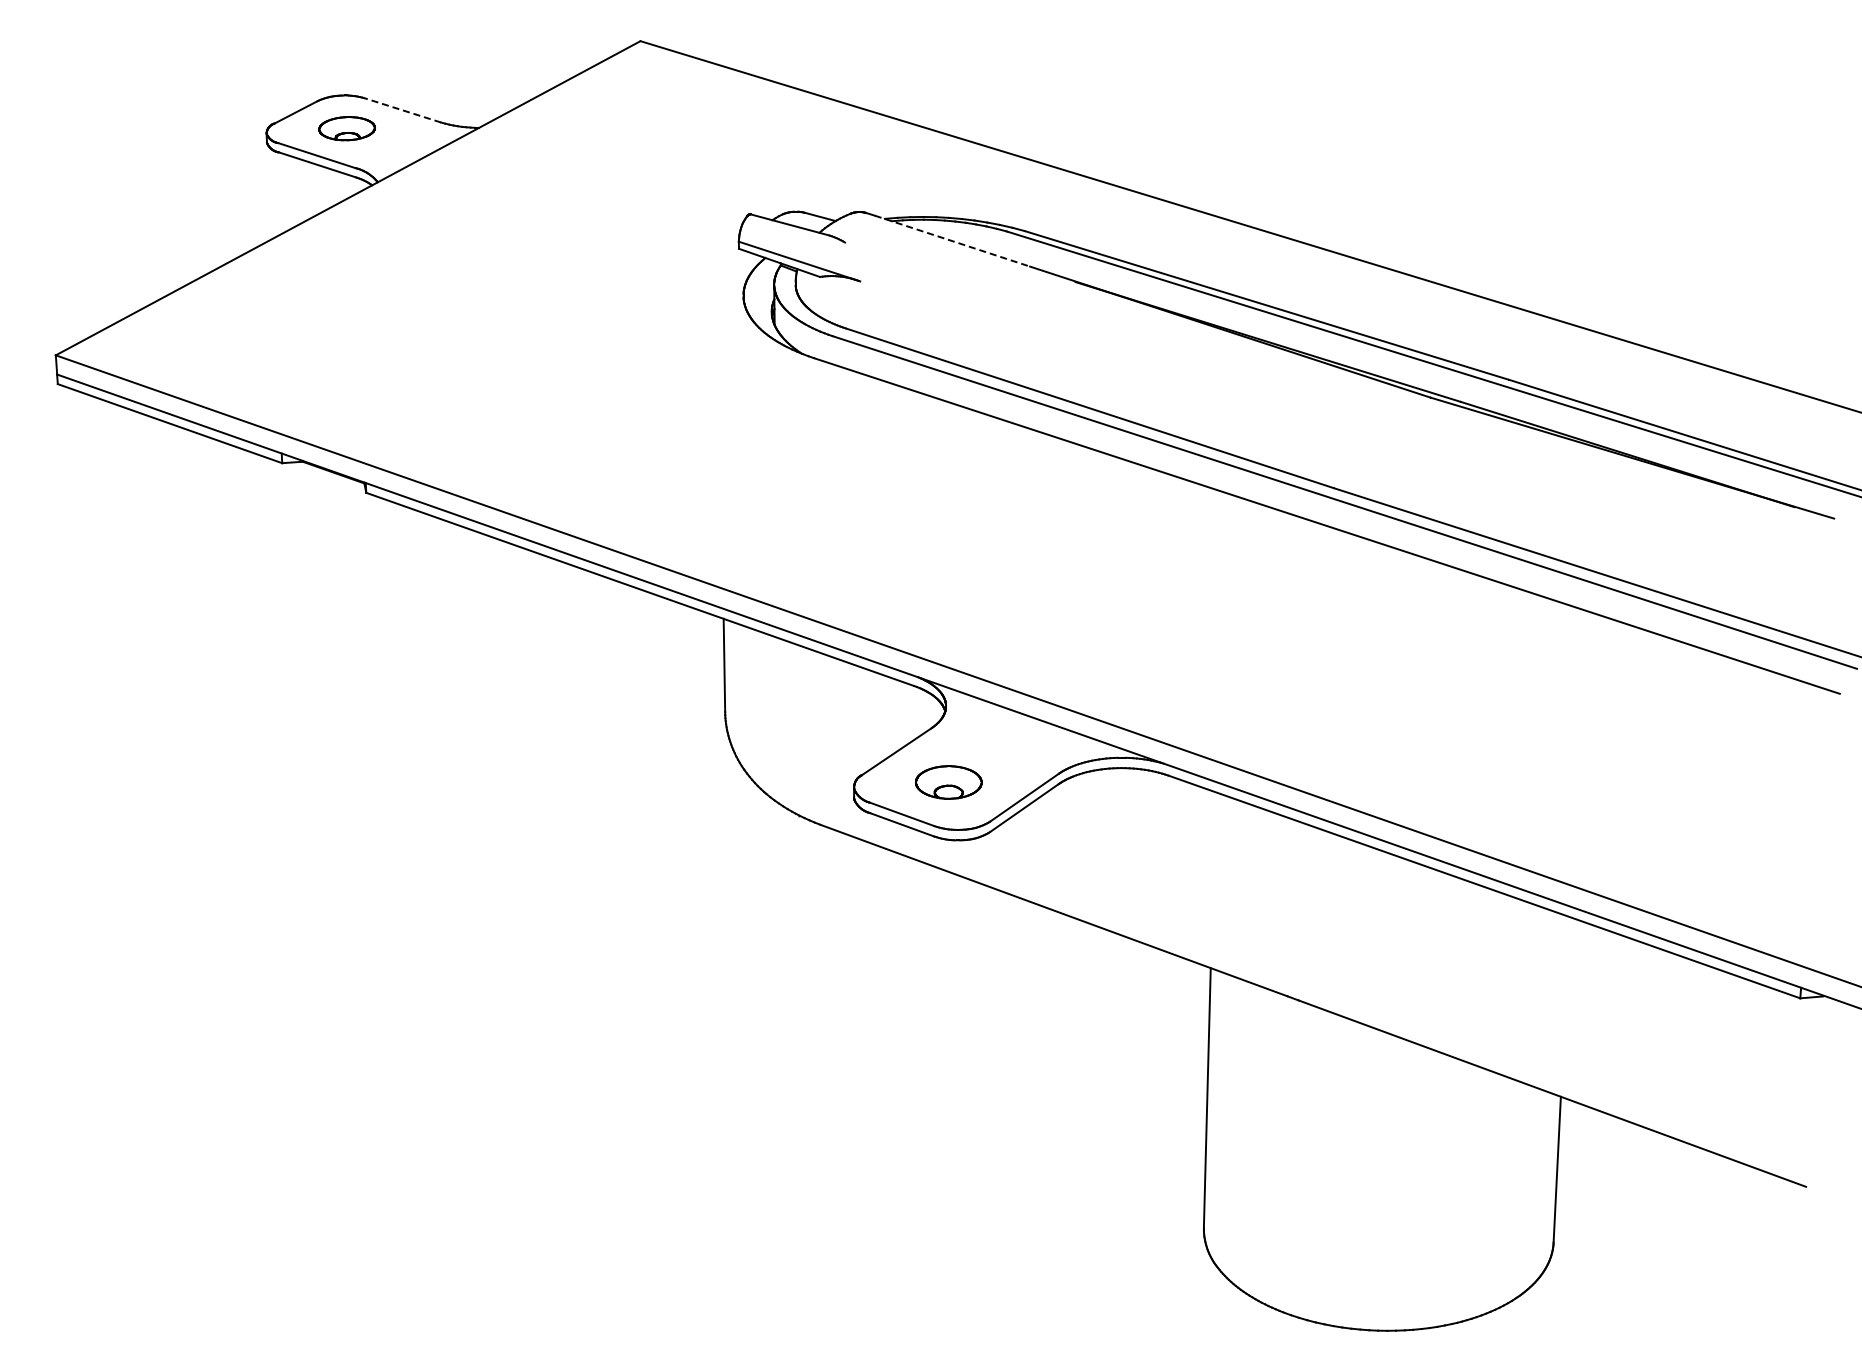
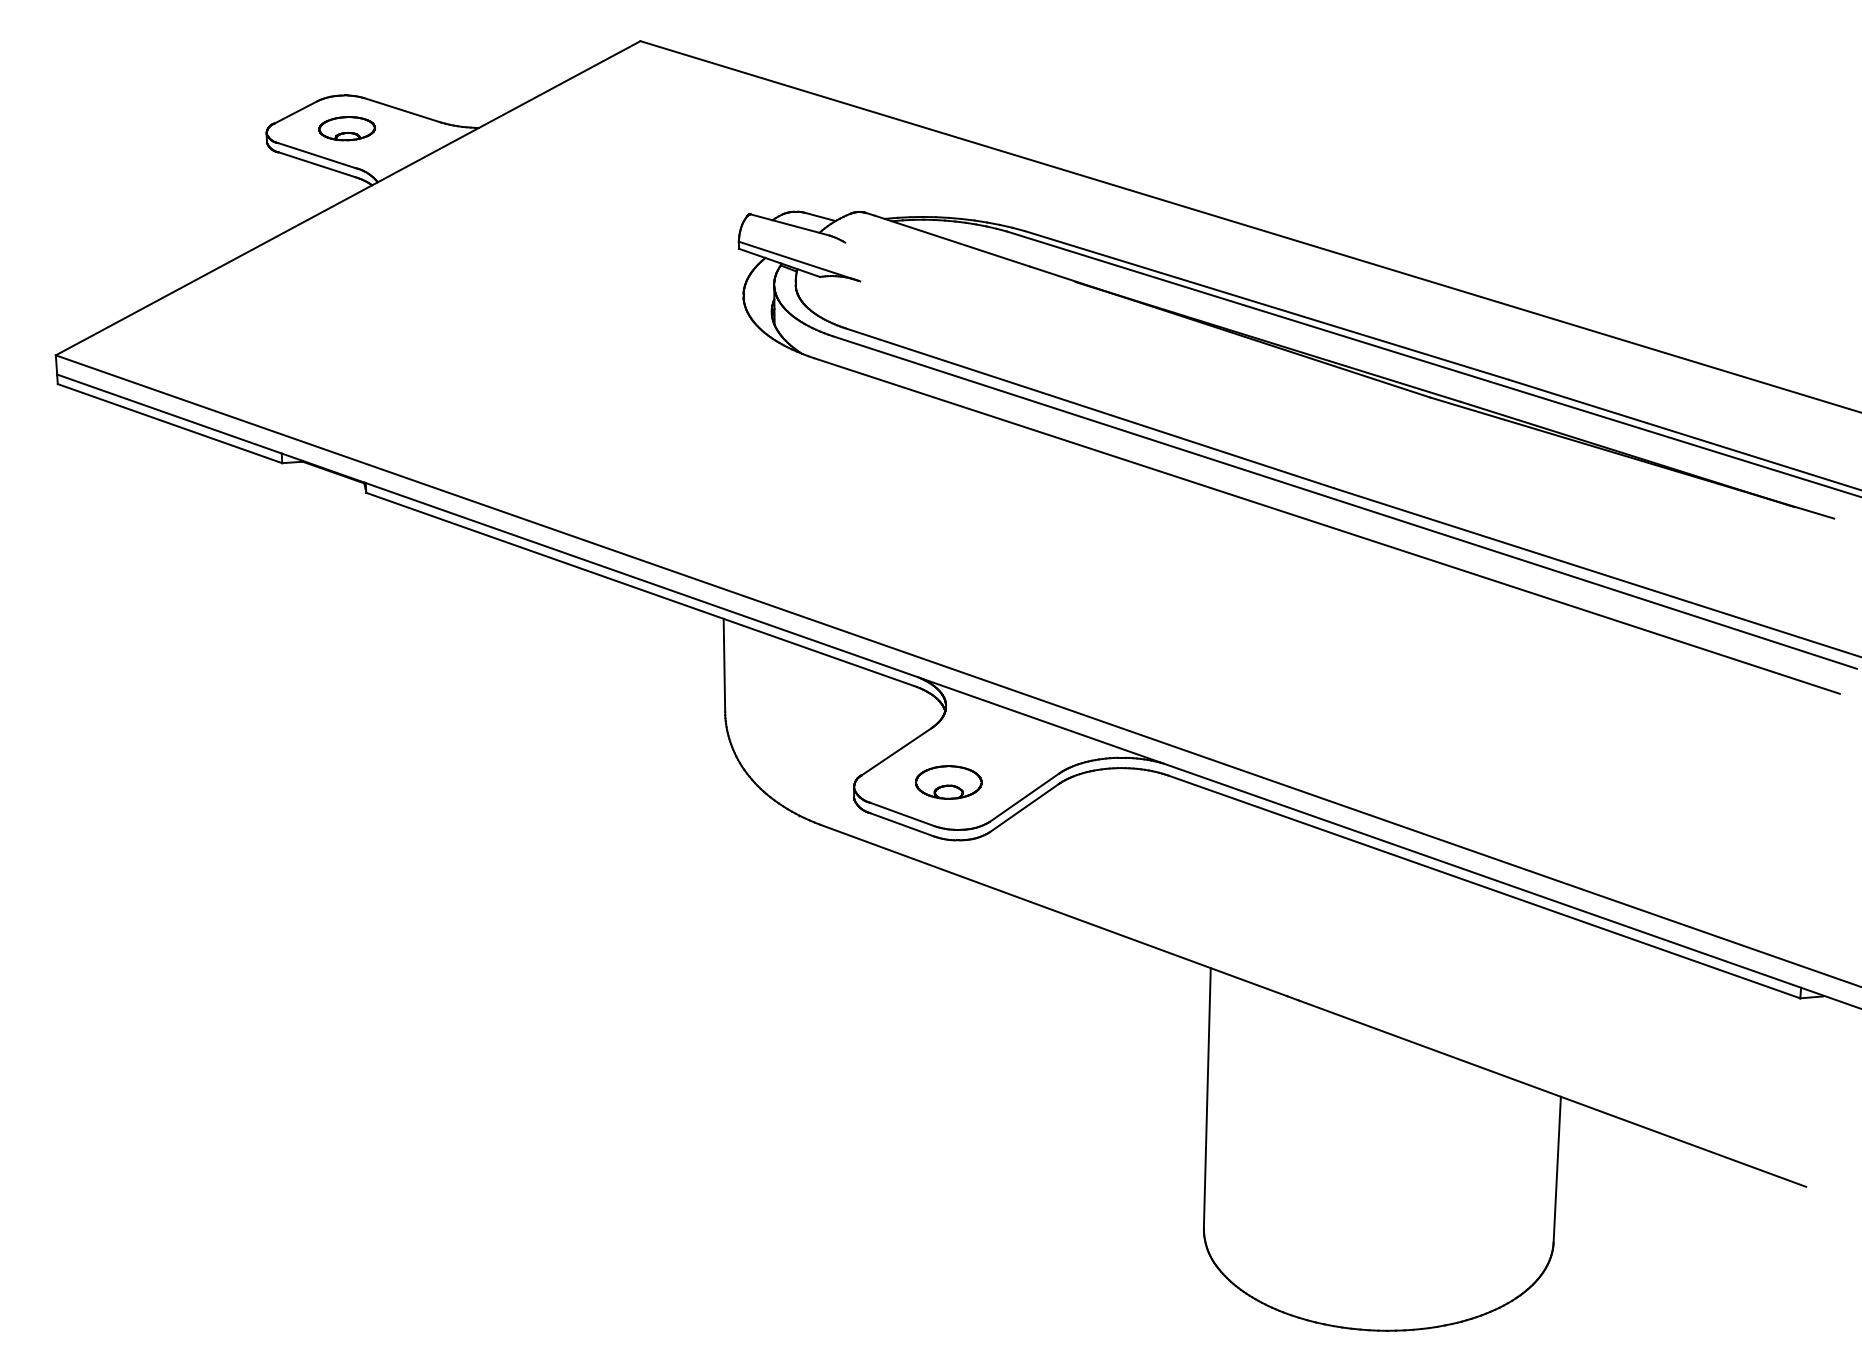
line at (402, 110): dashed -> solid
line at (952, 241): dashed -> solid
